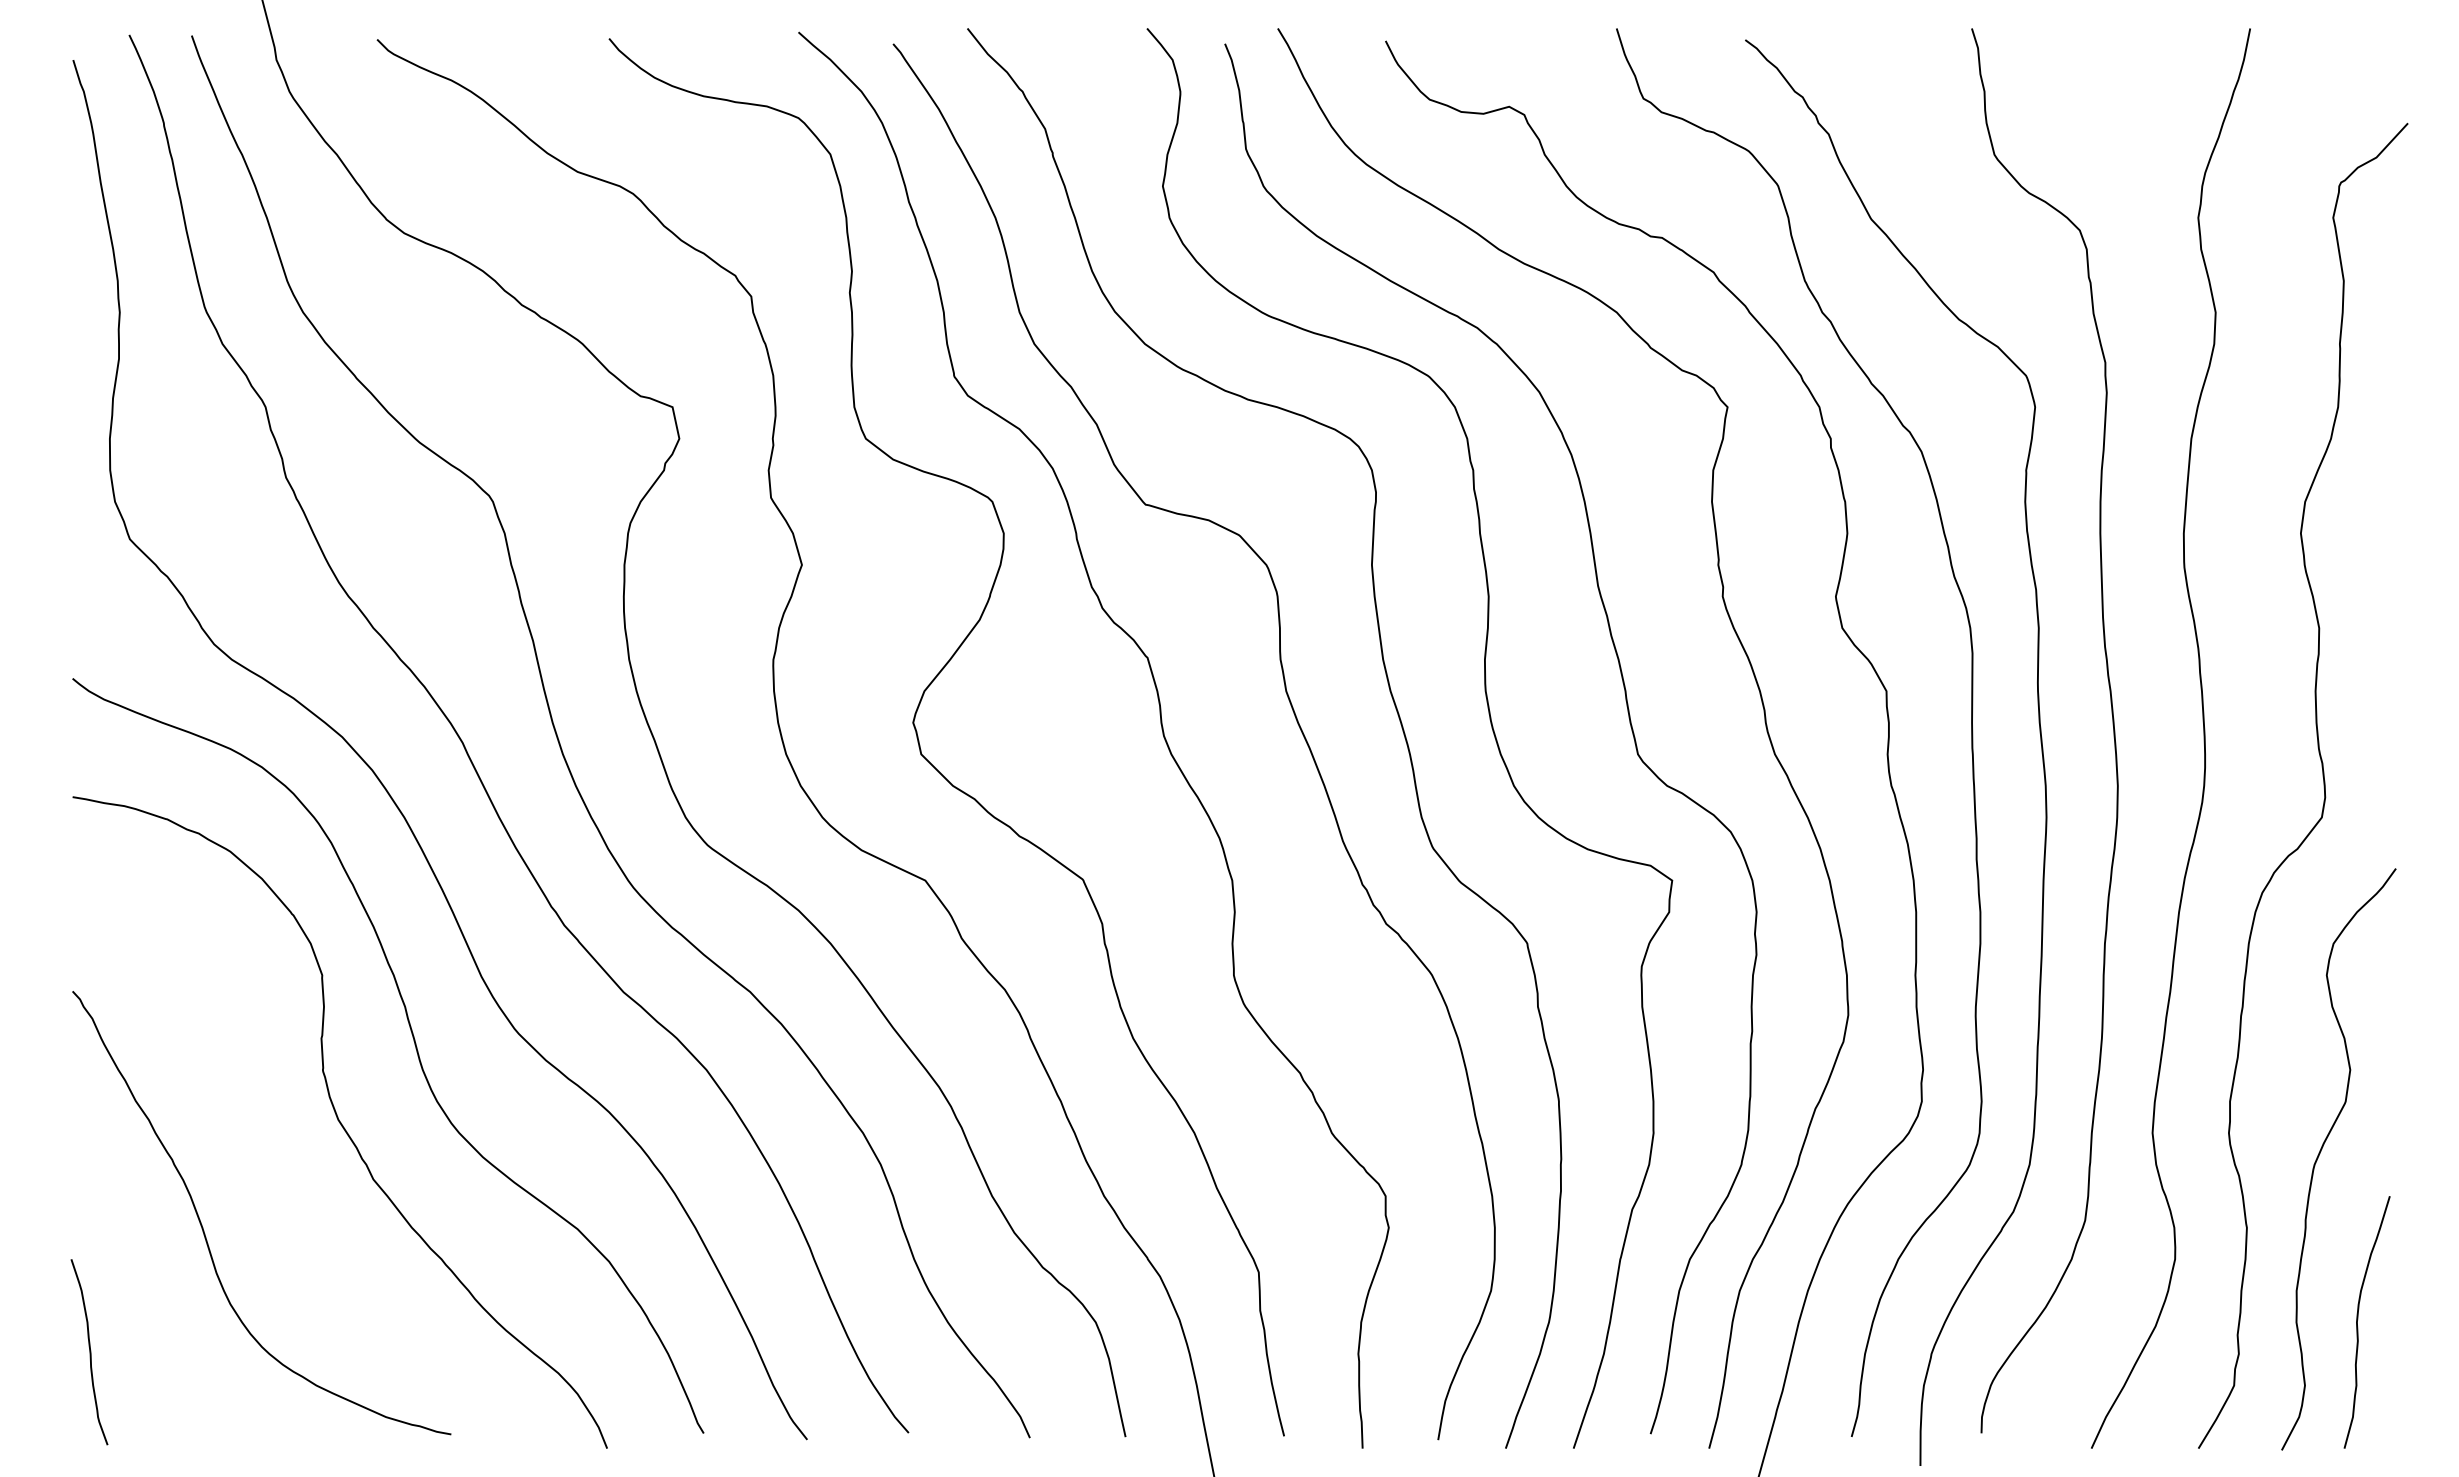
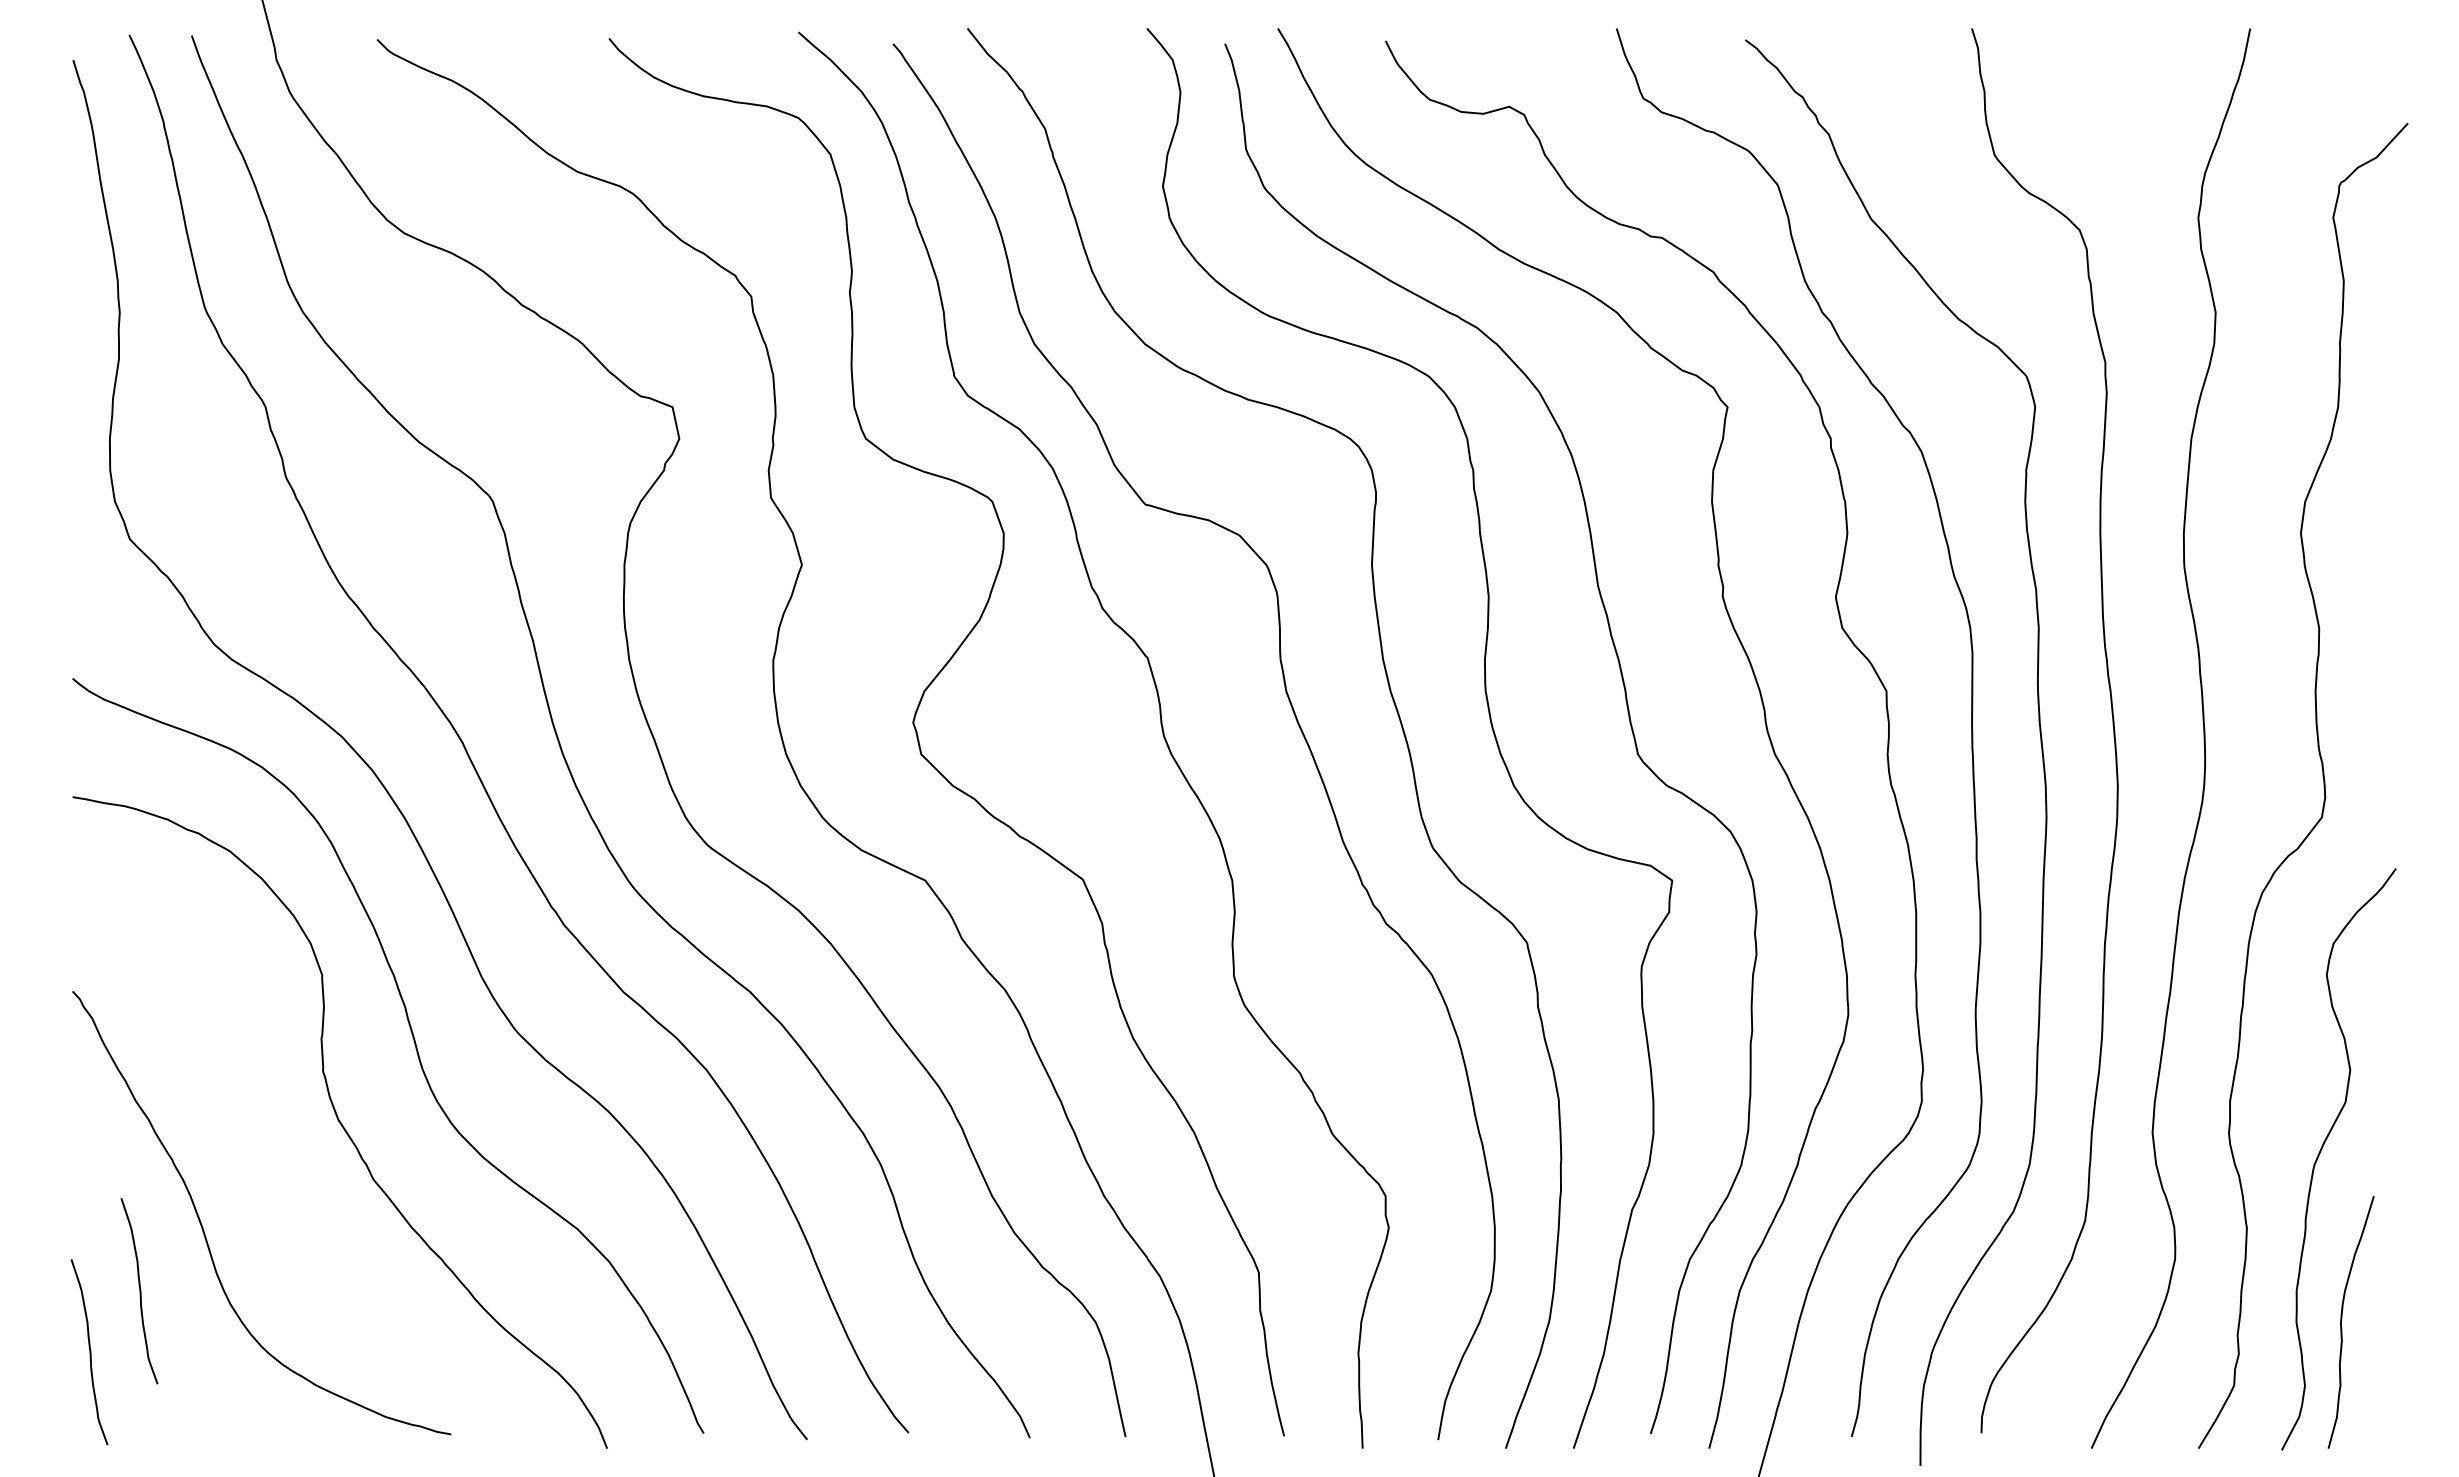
curve at (139, 1291): none -> present
curve at (2358, 1319) position: (2358, 1319) -> (2342, 1319)
